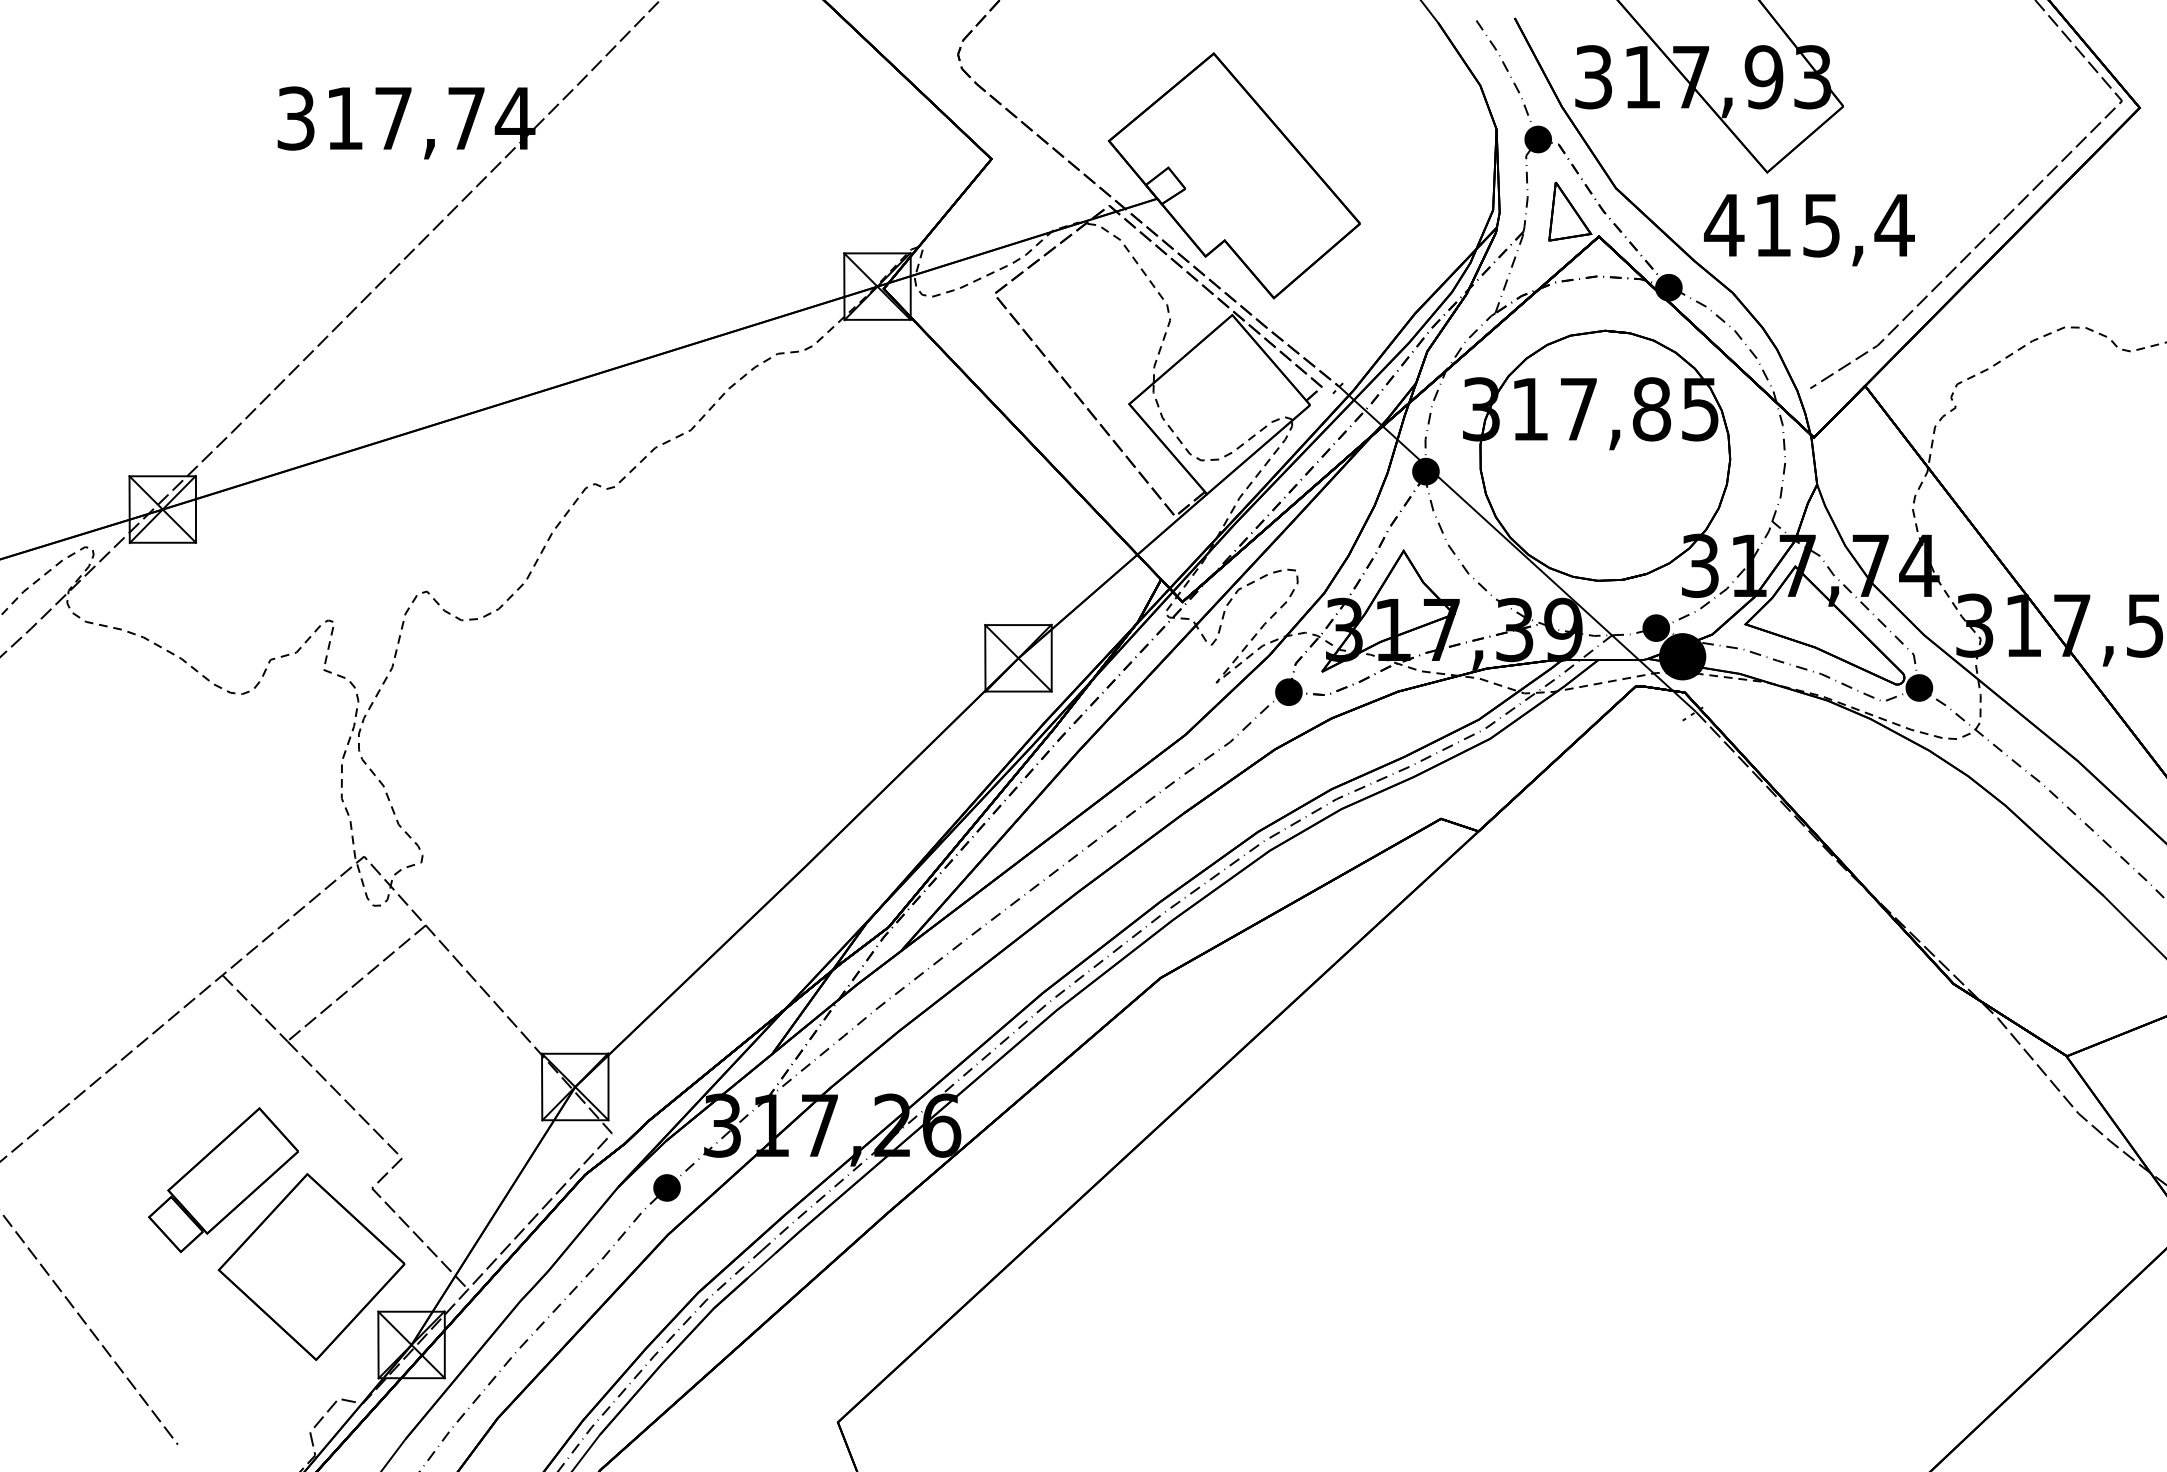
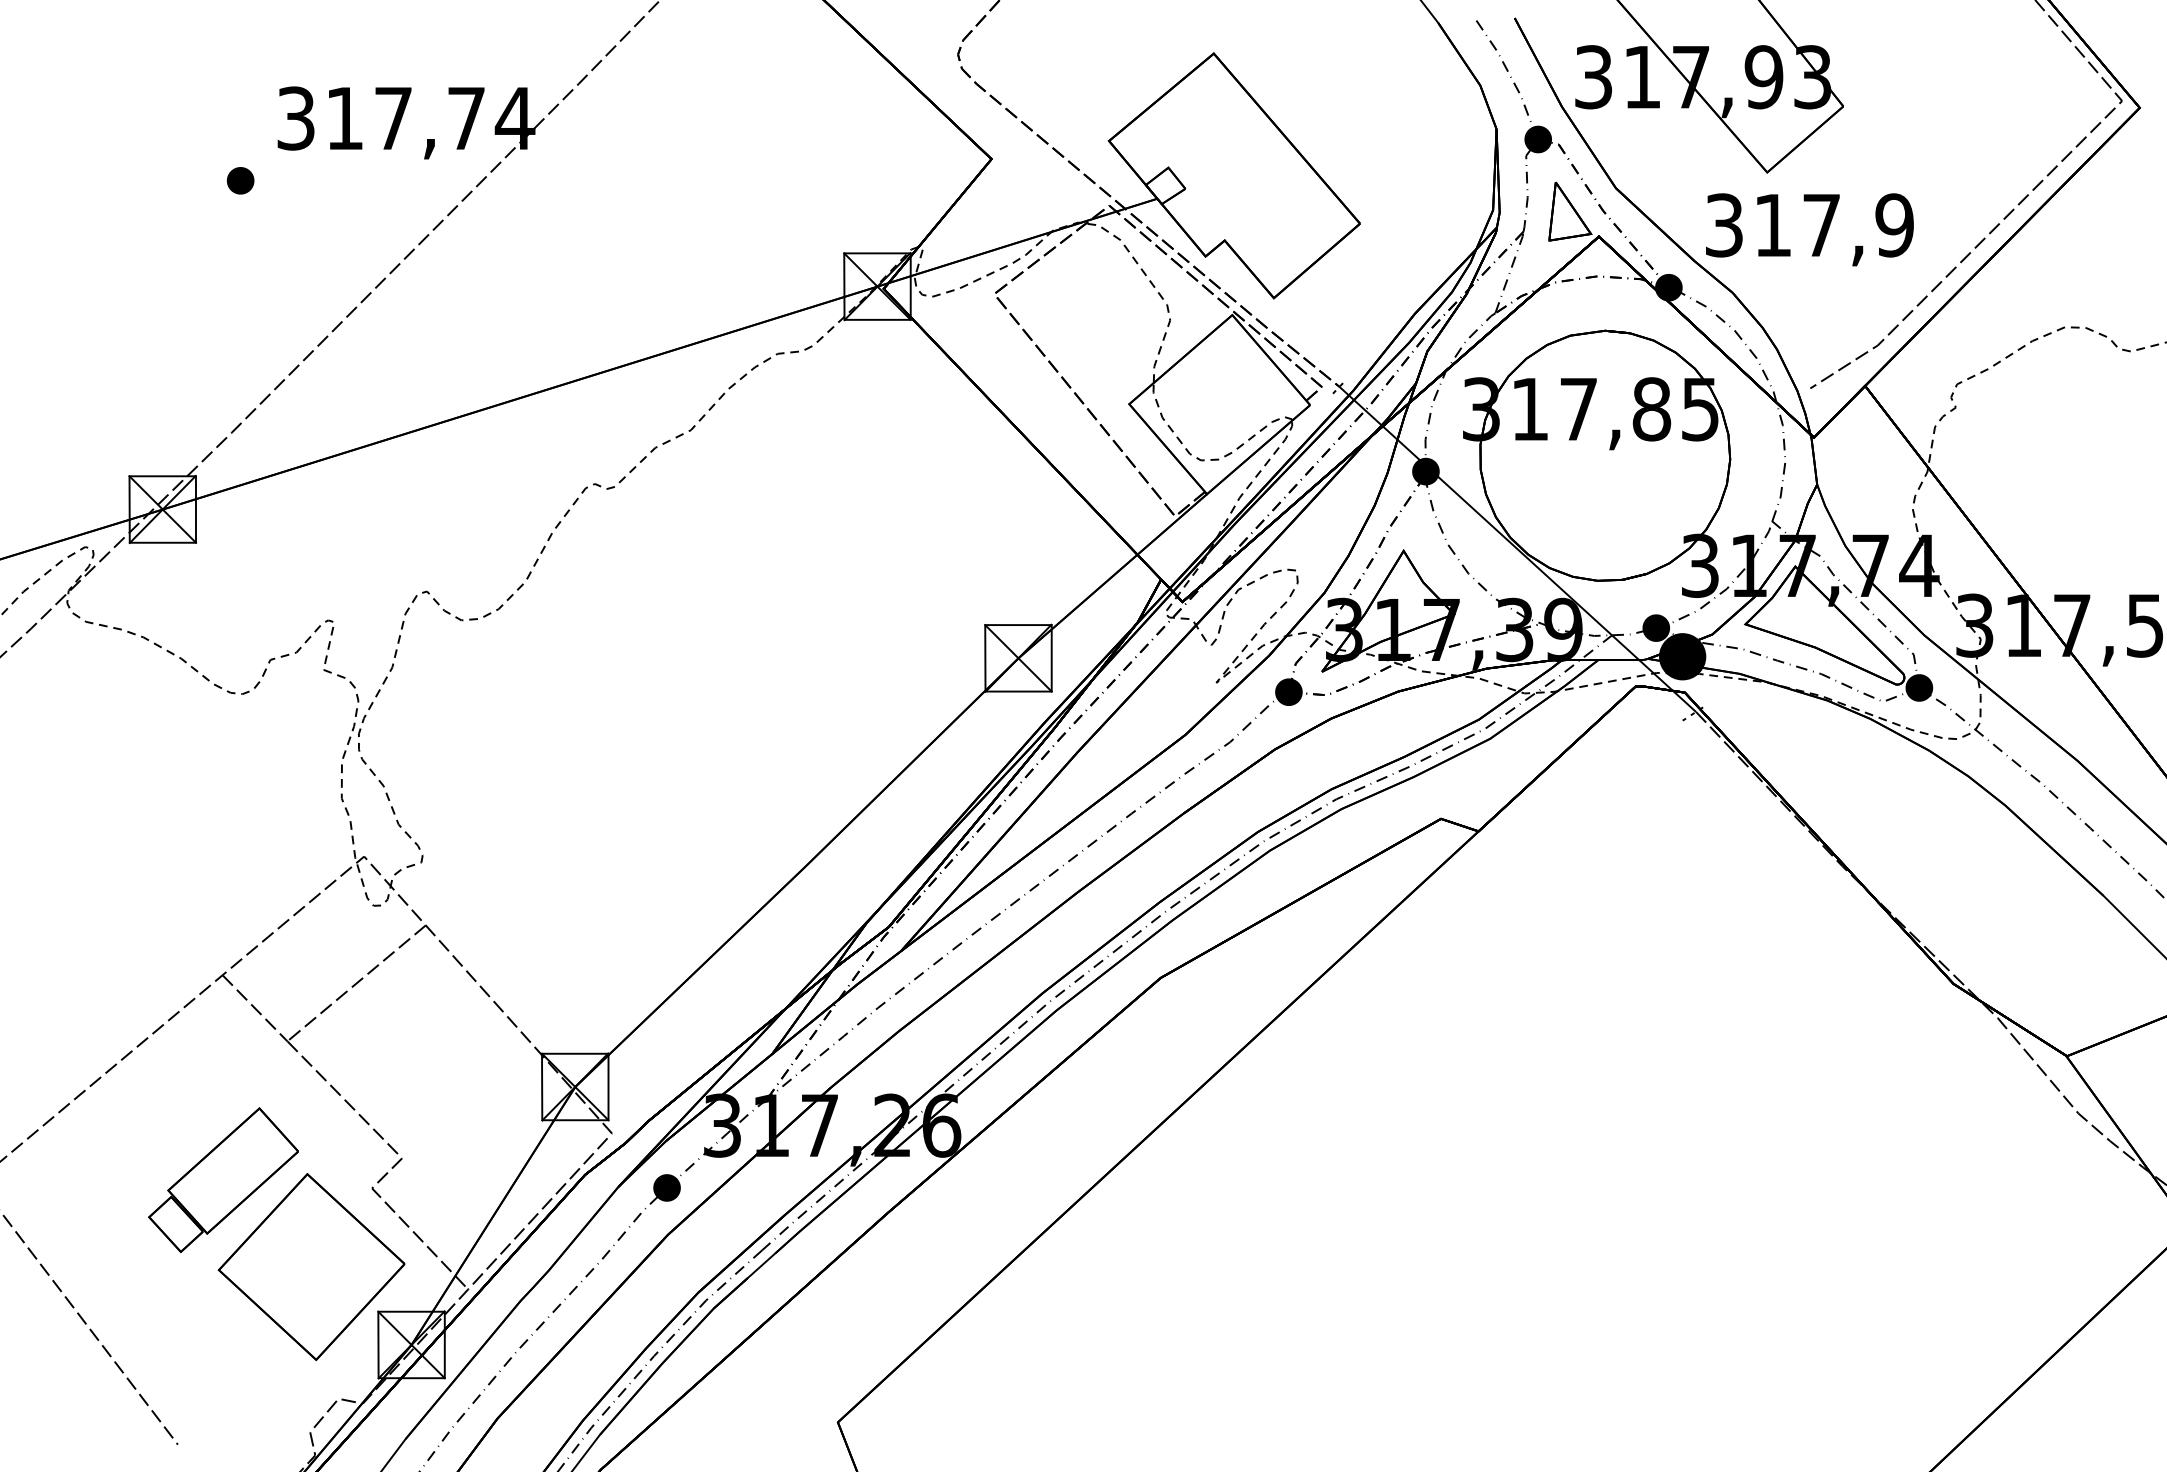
part at (240, 180): none -> present
text at (1809, 225): 415,4 -> 317,9
